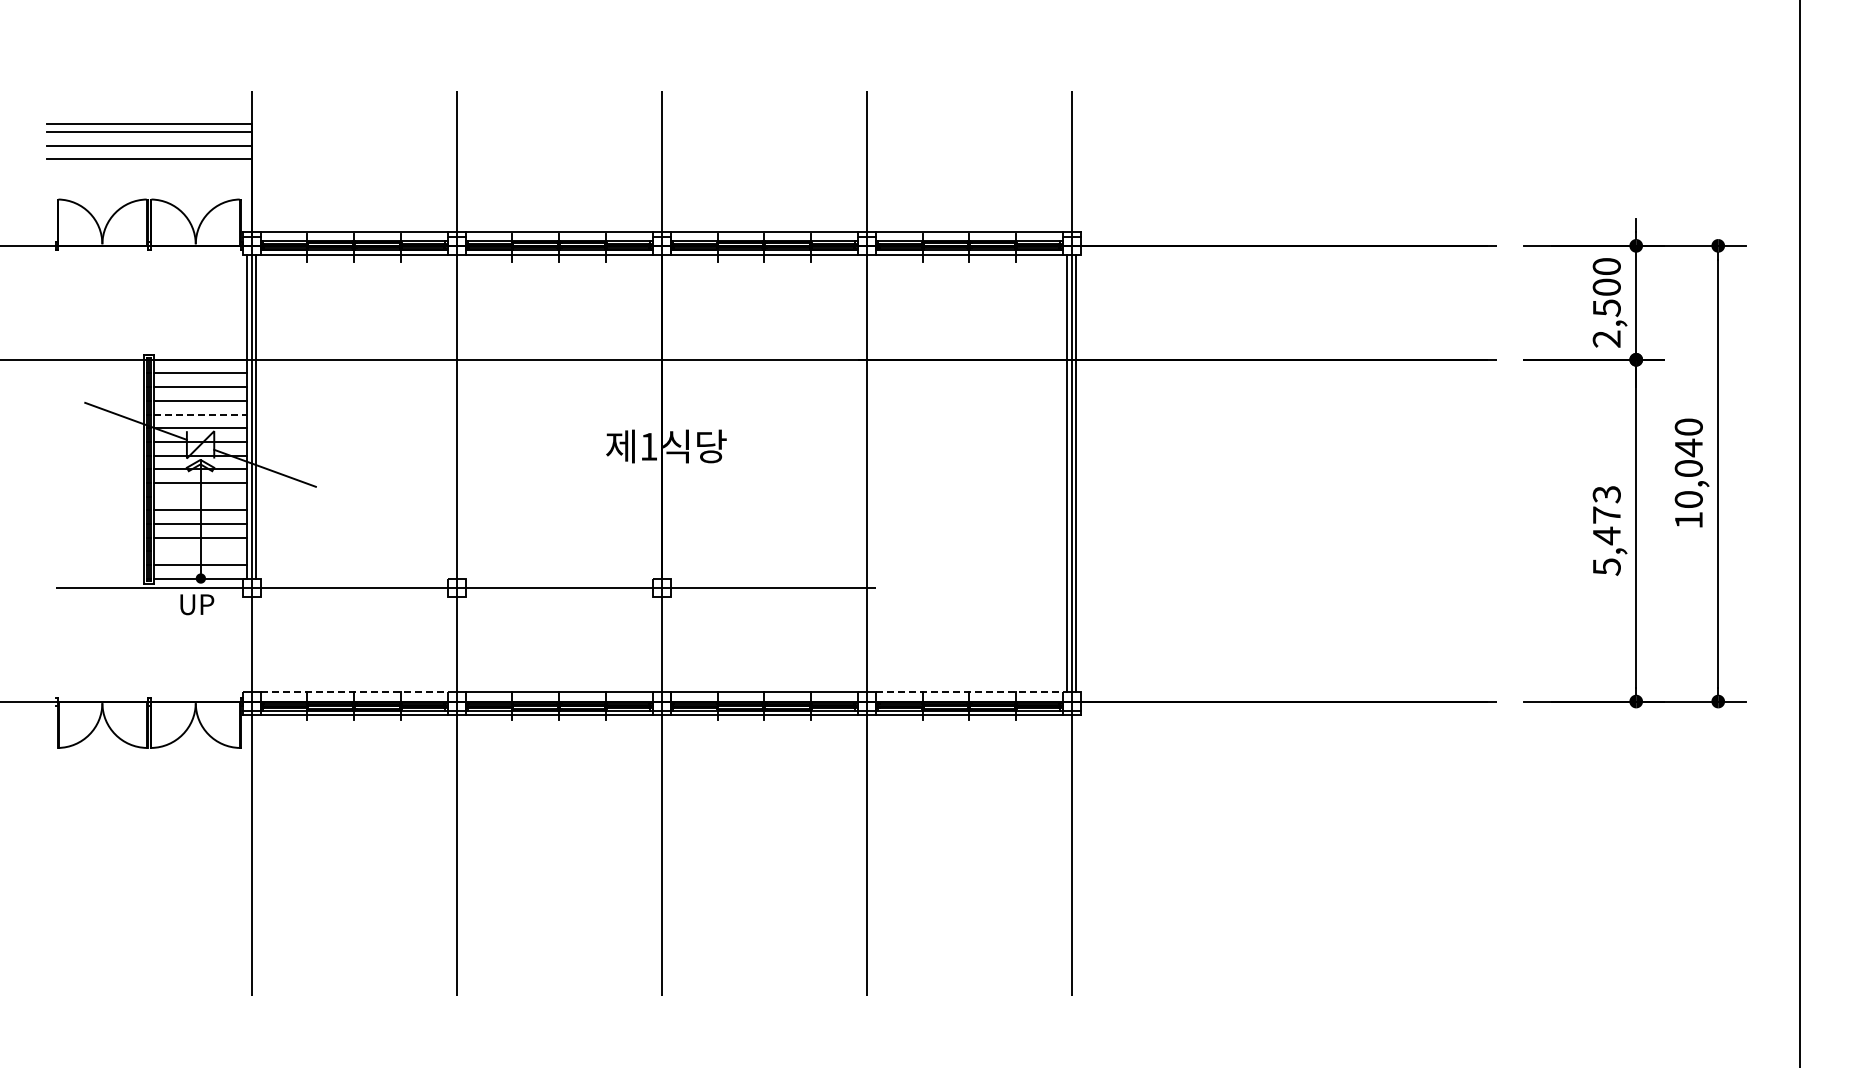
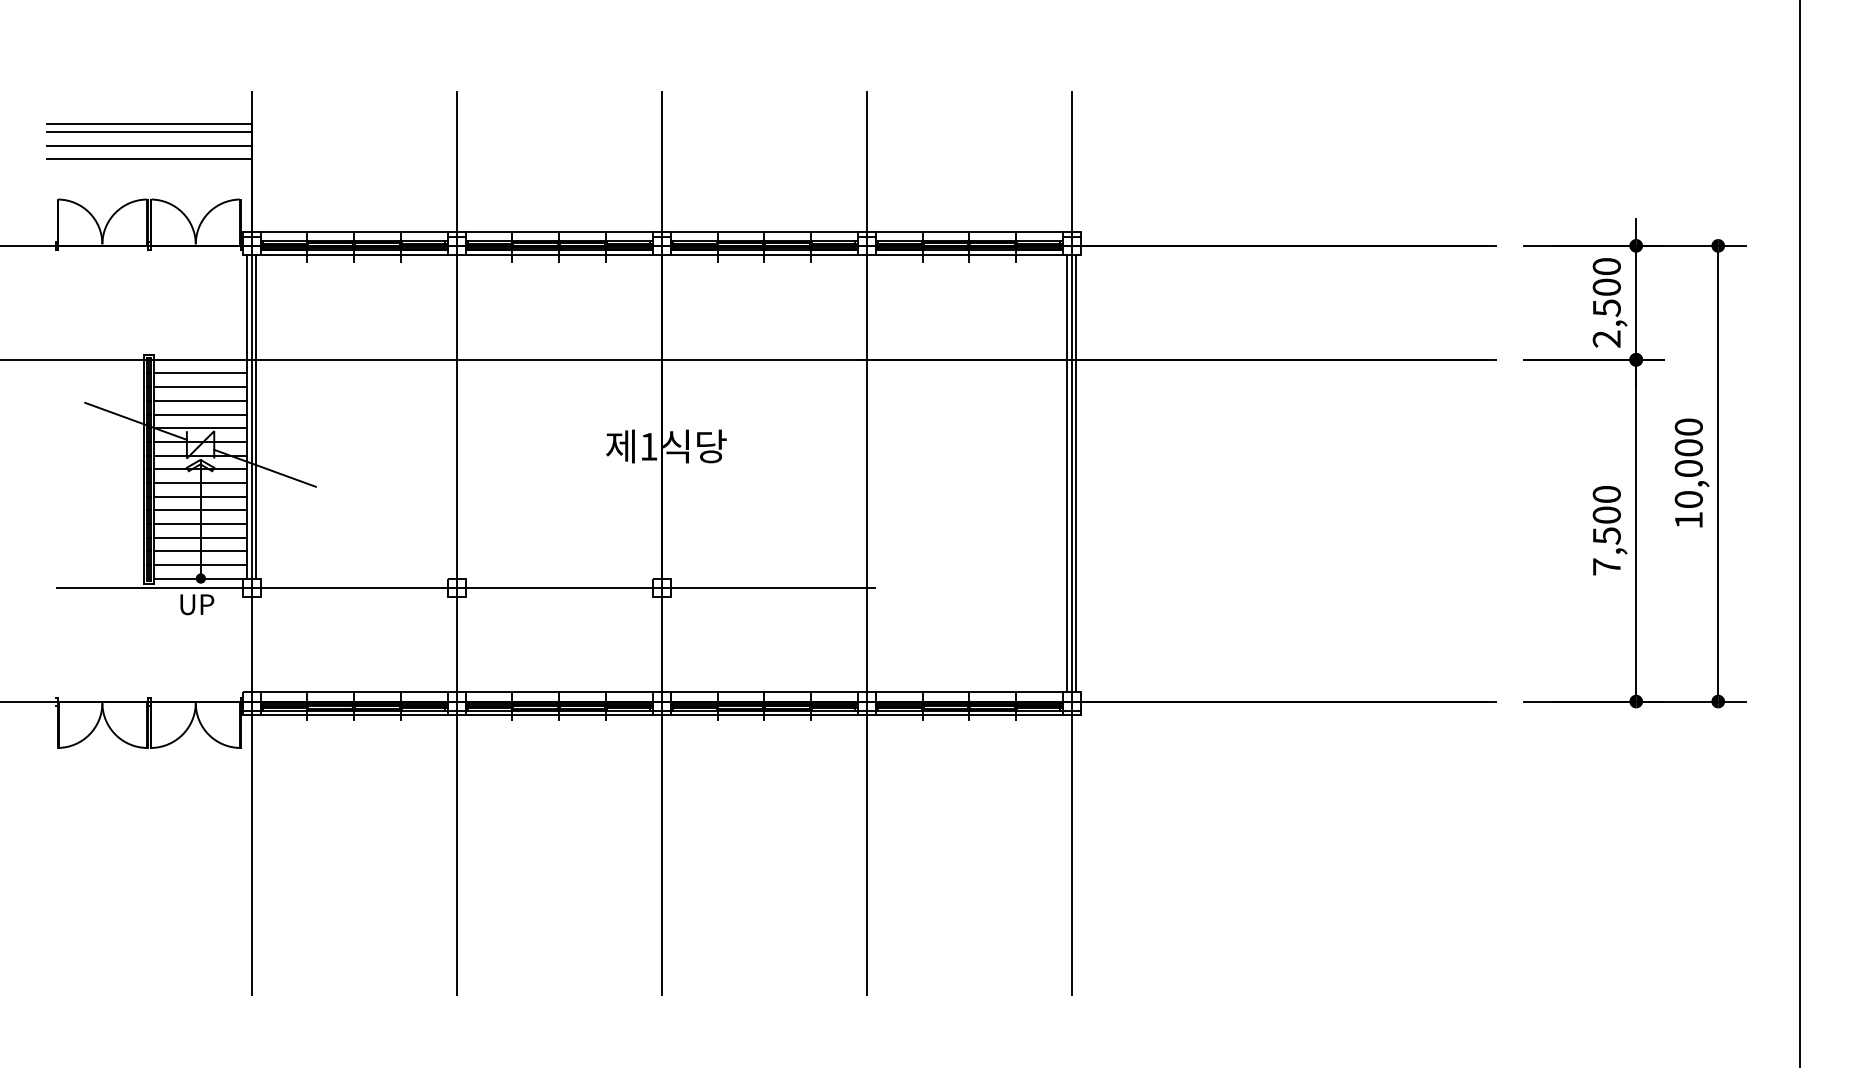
line at (201, 414): dashed -> solid
text at (1688, 447): 10,040 -> 10,000
line at (200, 496): none -> present
text at (1606, 530): 5,473 -> 7,500
line at (200, 551): none -> present
line at (354, 692): dashed -> solid
line at (969, 692): dashed -> solid
